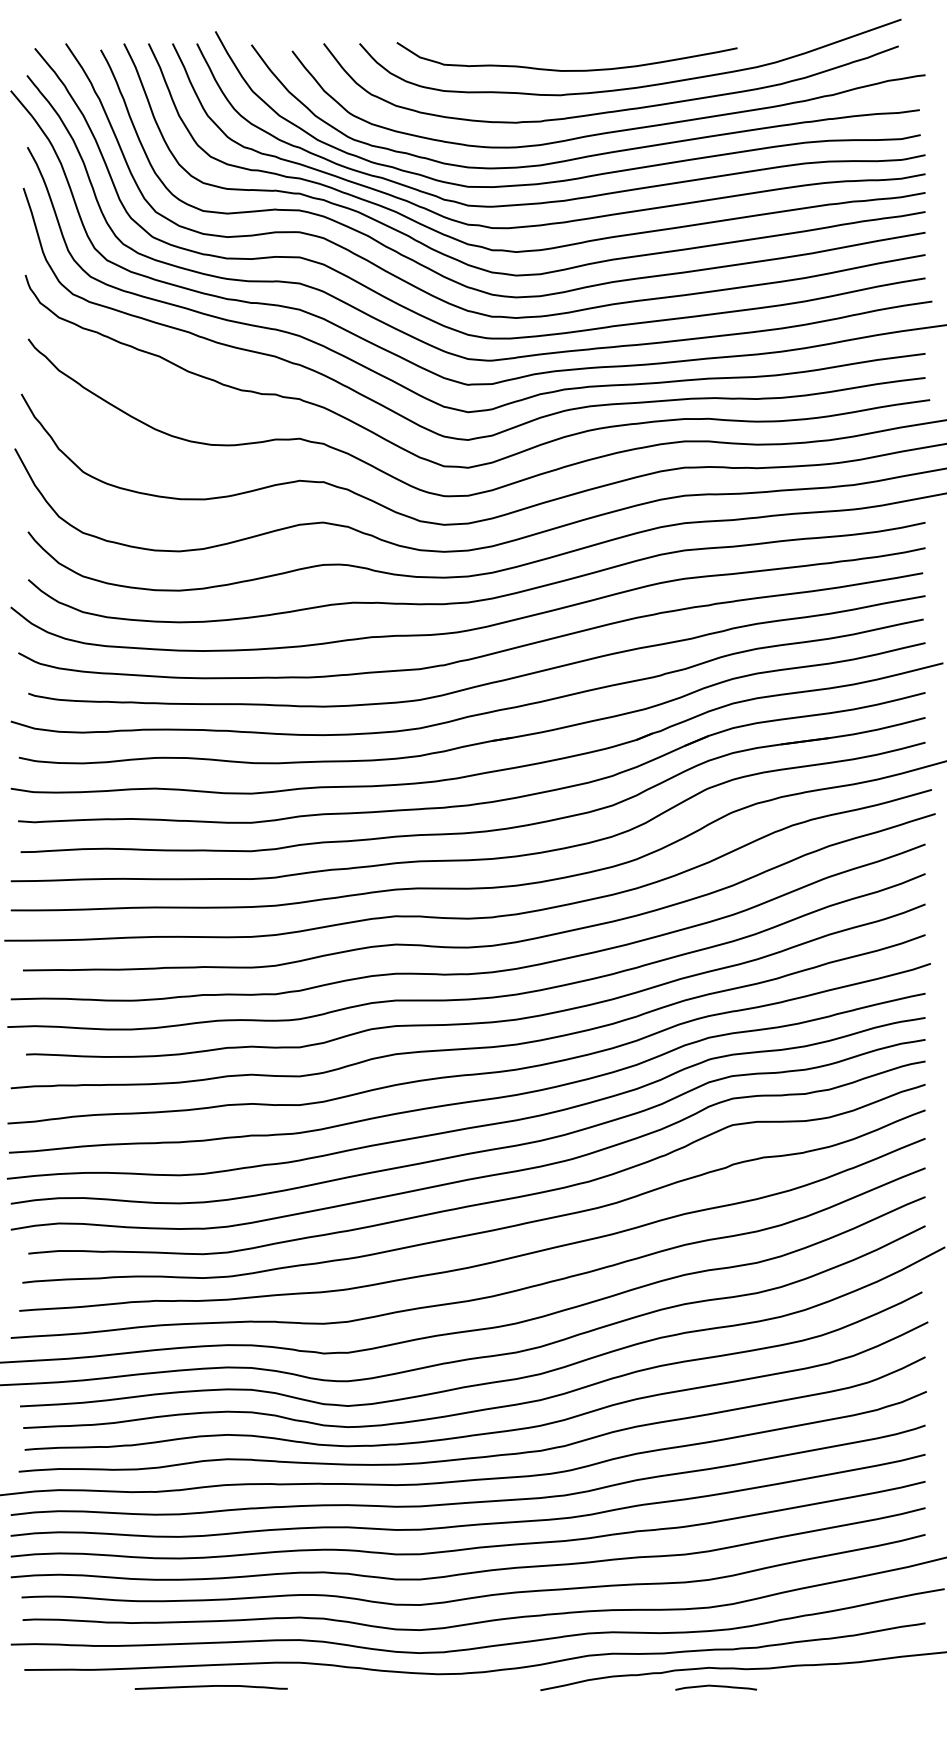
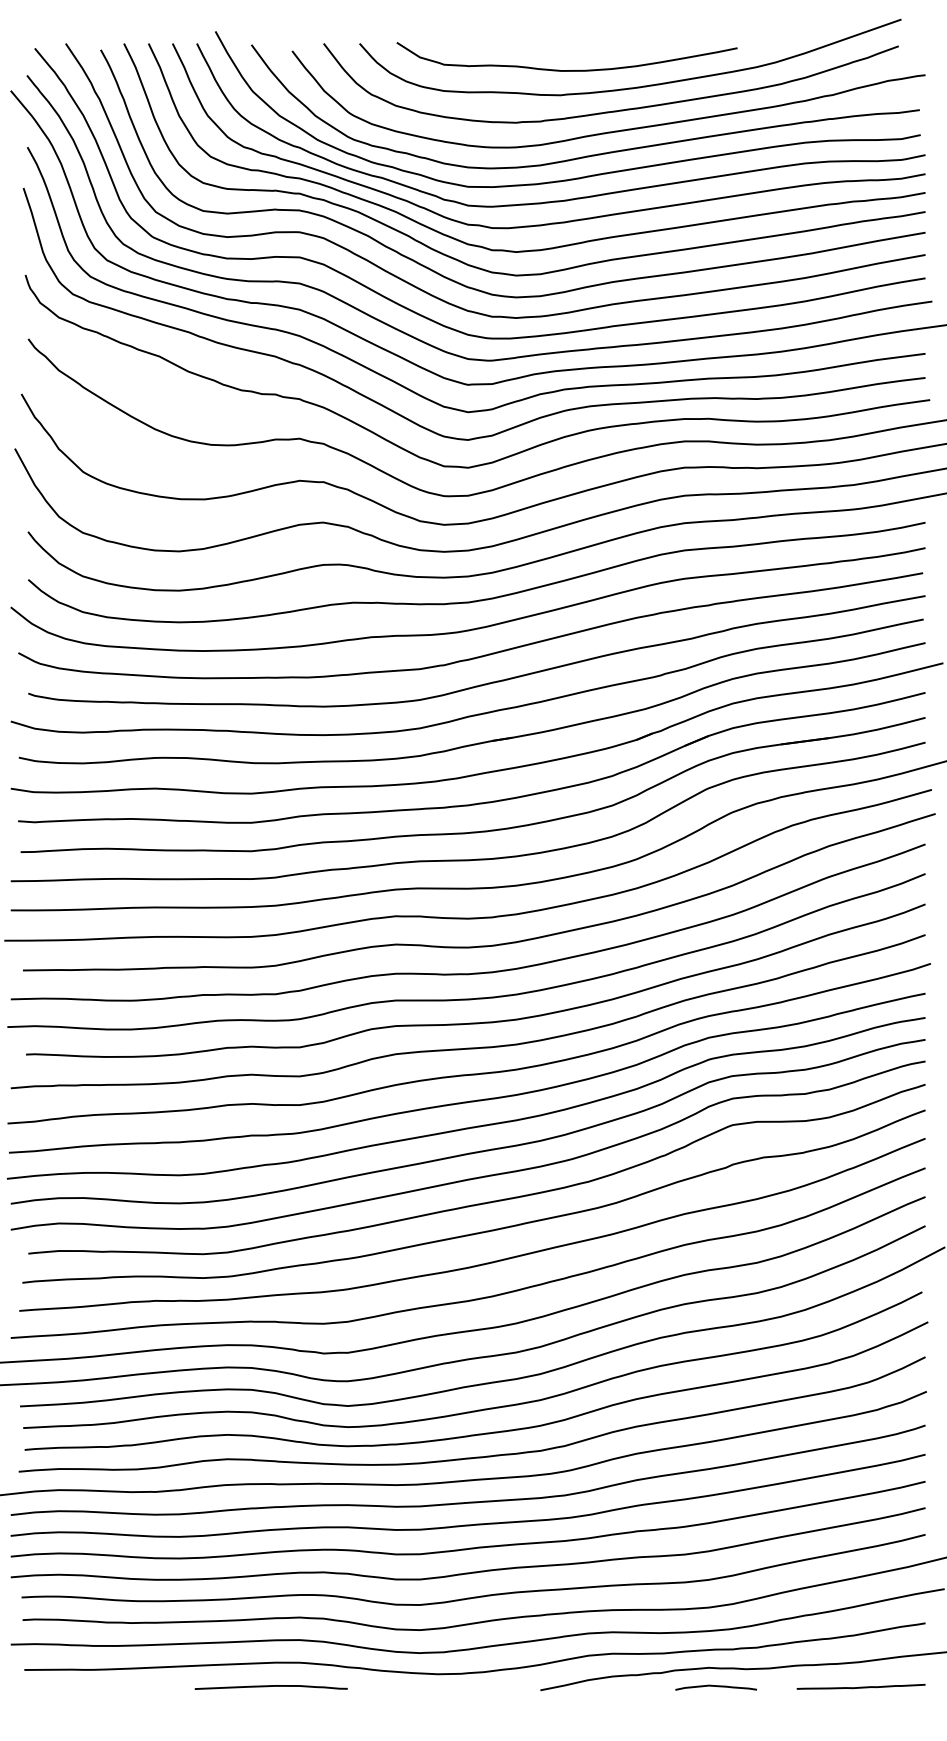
curve at (210, 1686) position: (210, 1686) -> (270, 1686)
curve at (860, 1686): none -> present
